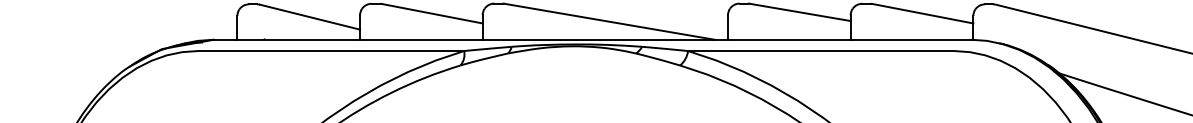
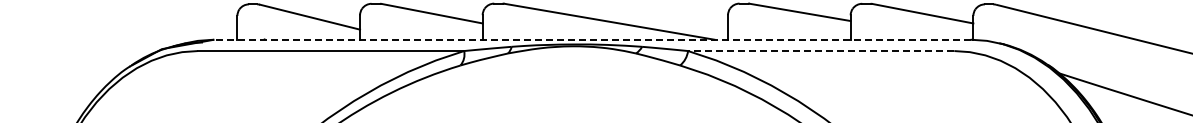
line at (591, 39): solid -> dashed
line at (820, 51): solid -> dashed
